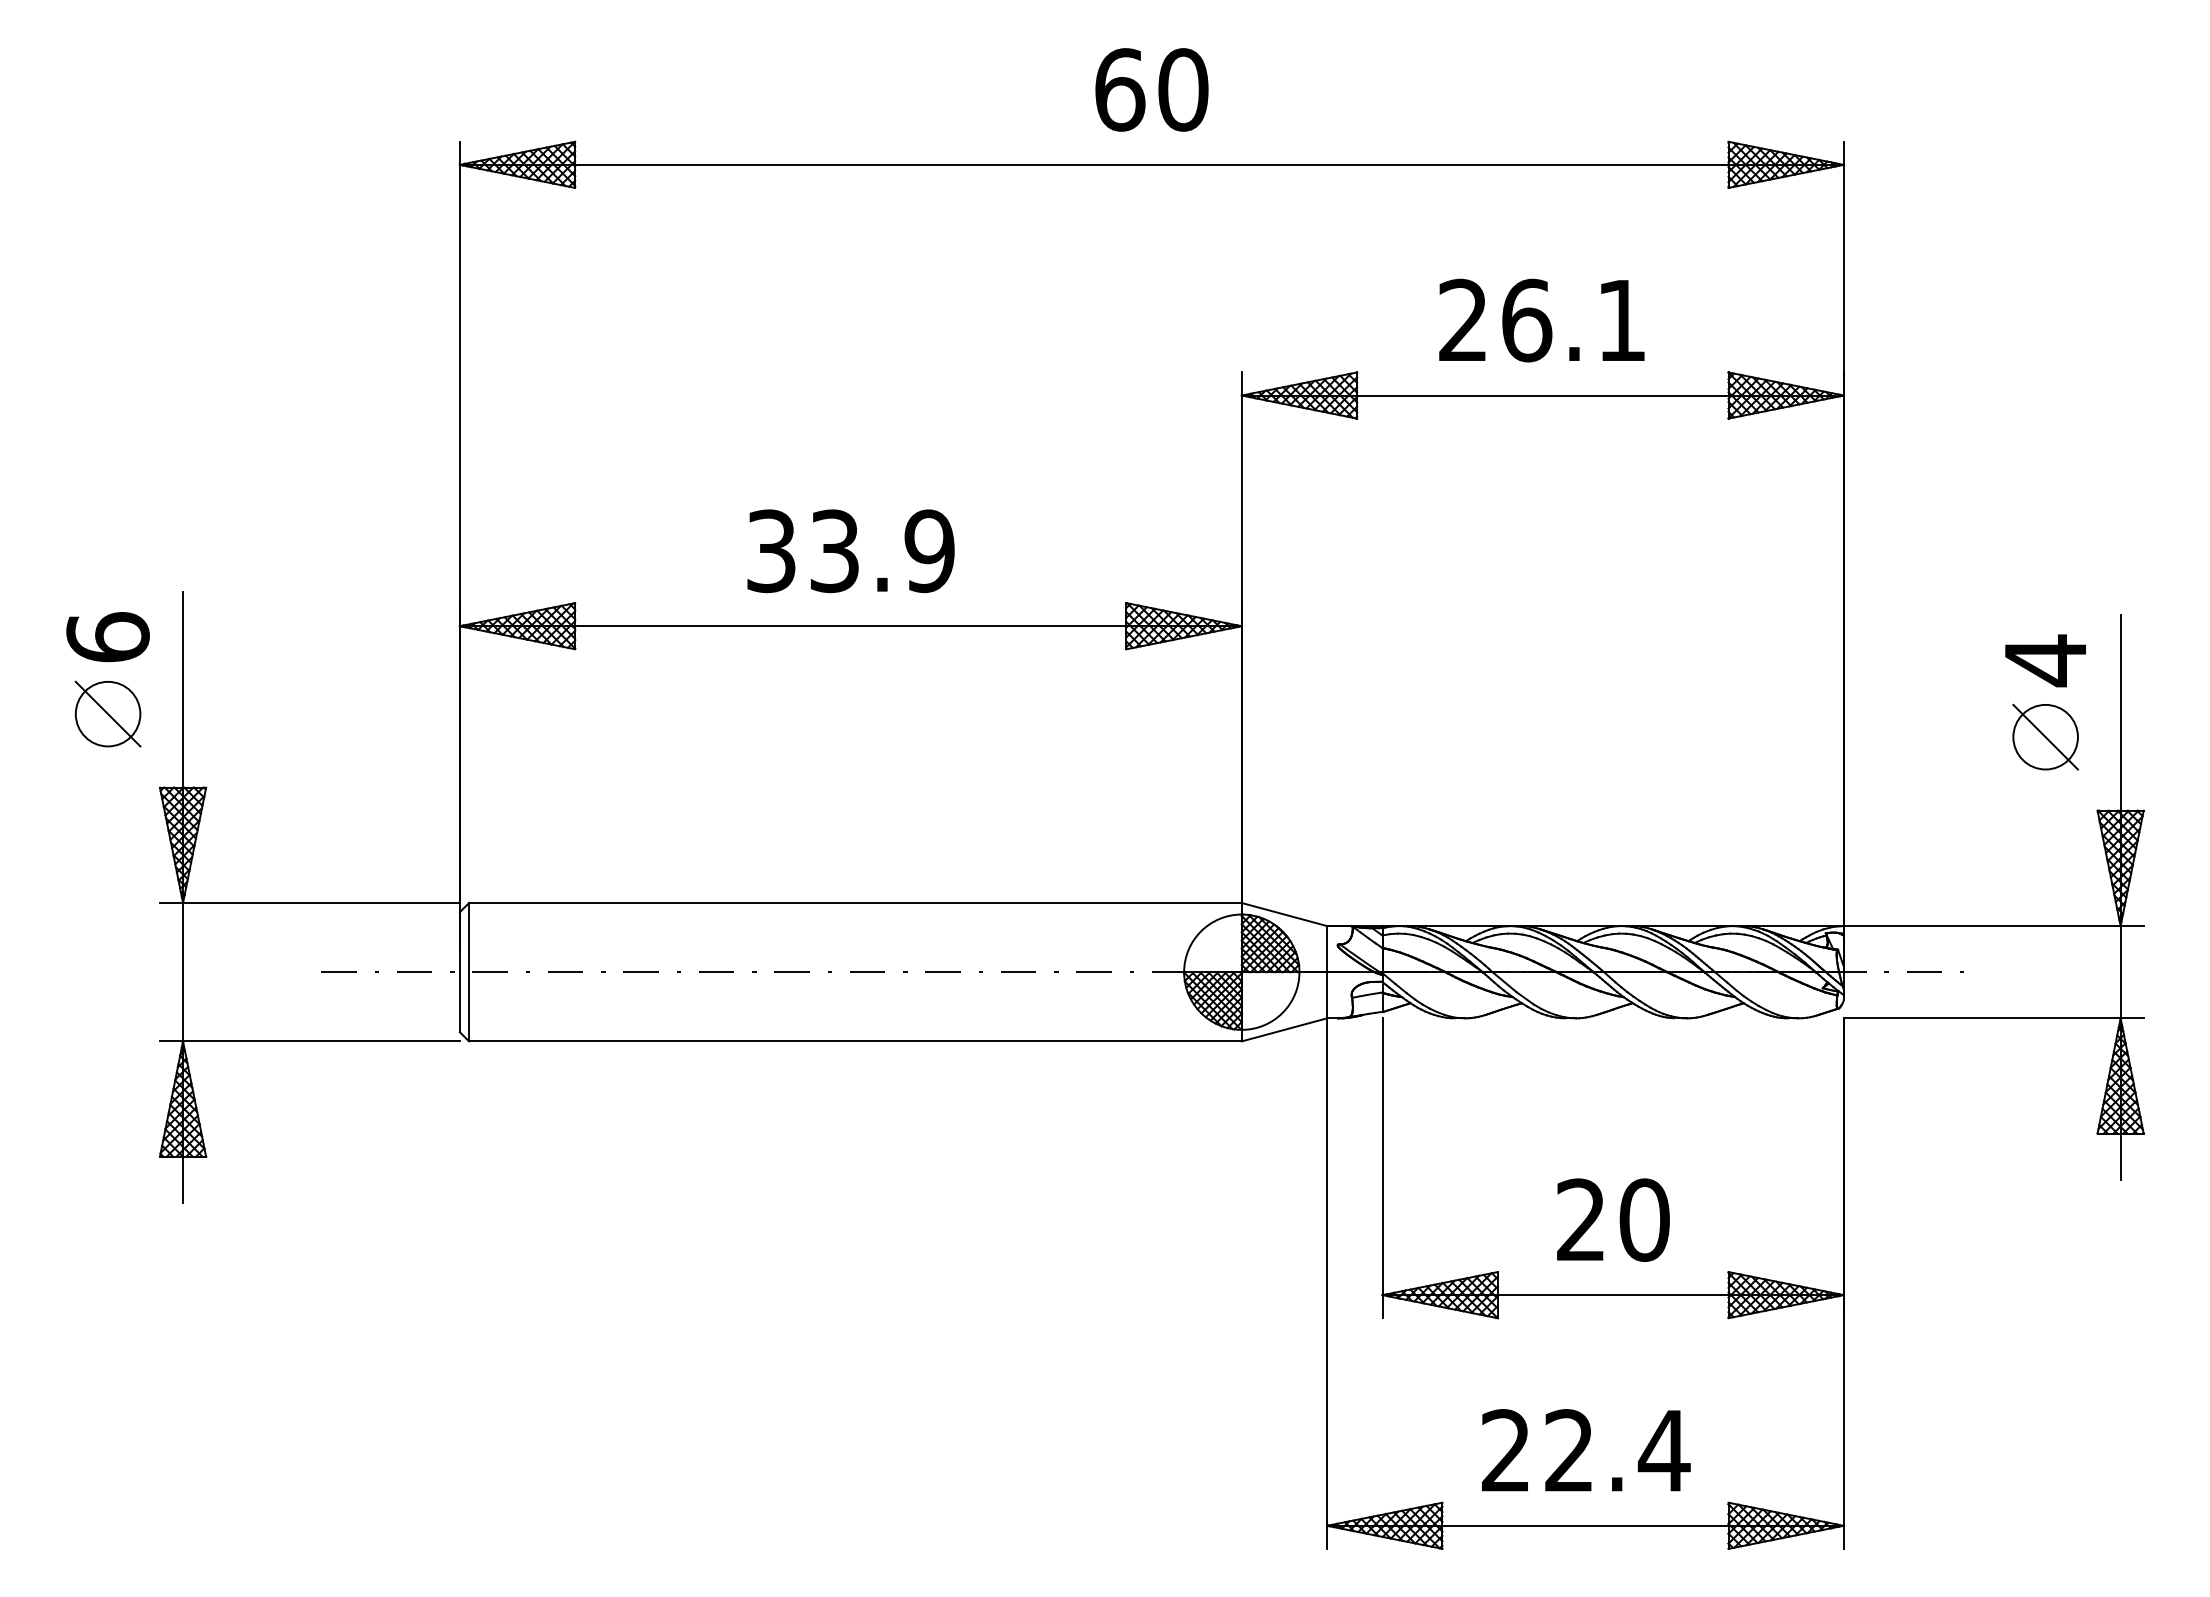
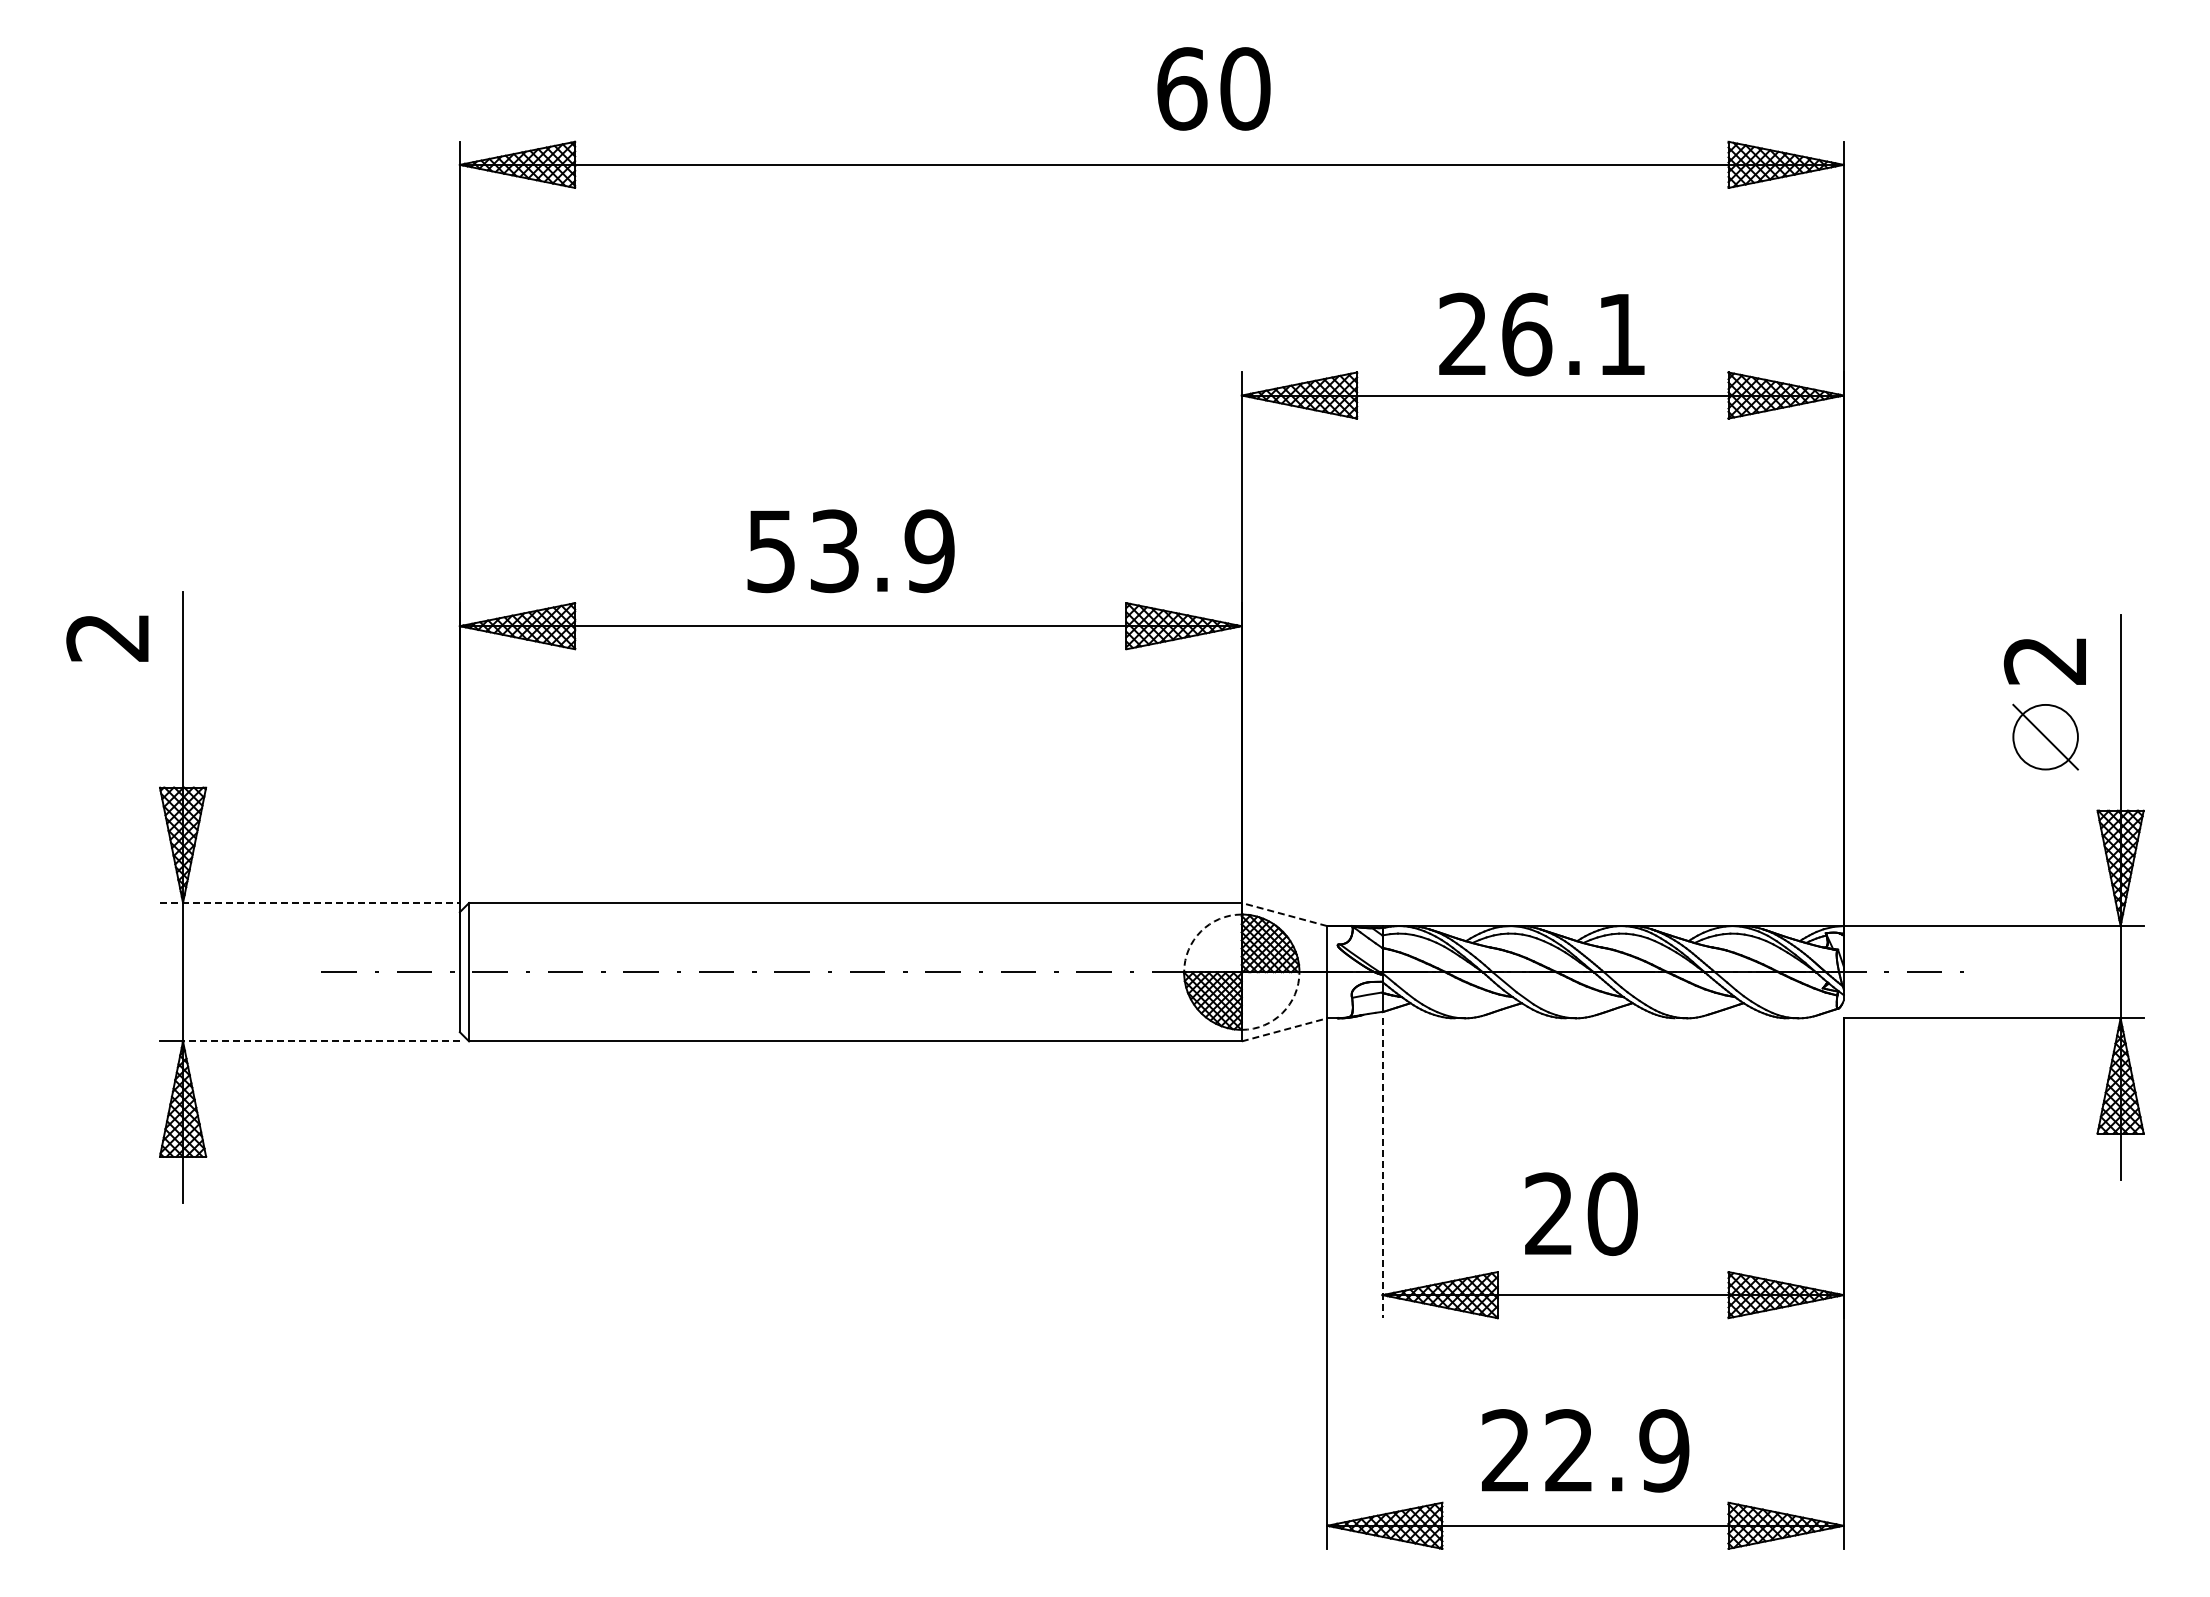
text at (1151, 89) position: (1151, 89) -> (1213, 88)
text at (1541, 320) position: (1541, 320) -> (1541, 334)
text at (771, 550): 33.9 -> 53.9
text at (107, 637): 6 -> 2
text at (2044, 660): 4 -> 2
part at (107, 713): present -> none
line at (309, 903): solid -> dashed
line at (1284, 914): solid -> dashed
arc at (1201, 931): solid -> dashed
arc at (1282, 1012): solid -> dashed
line at (1284, 1029): solid -> dashed
line at (320, 1041): solid -> dashed
line at (1382, 1168): solid -> dashed
text at (1613, 1219) position: (1613, 1219) -> (1581, 1213)
text at (1663, 1450): 22.4 -> 22.9
